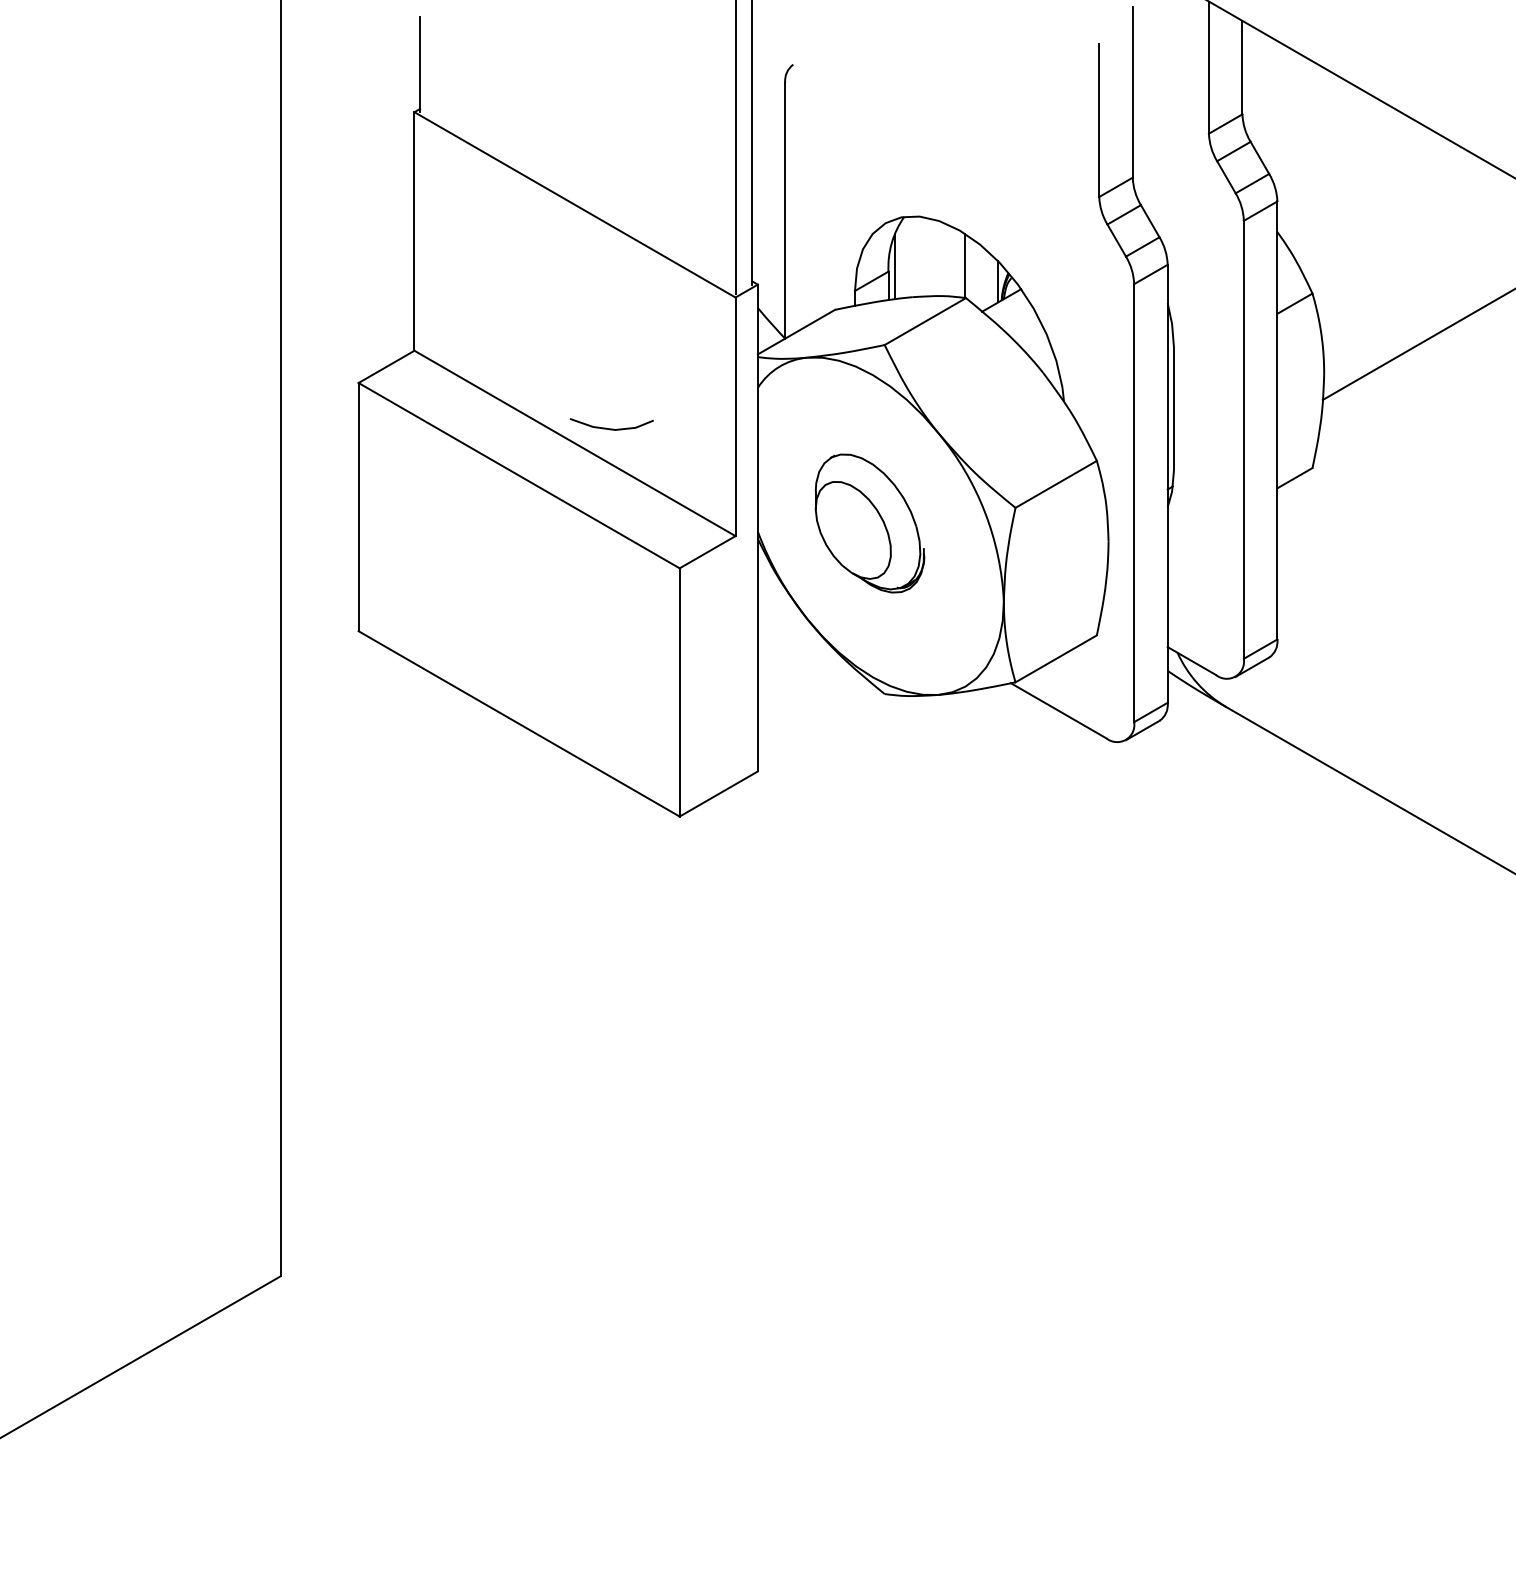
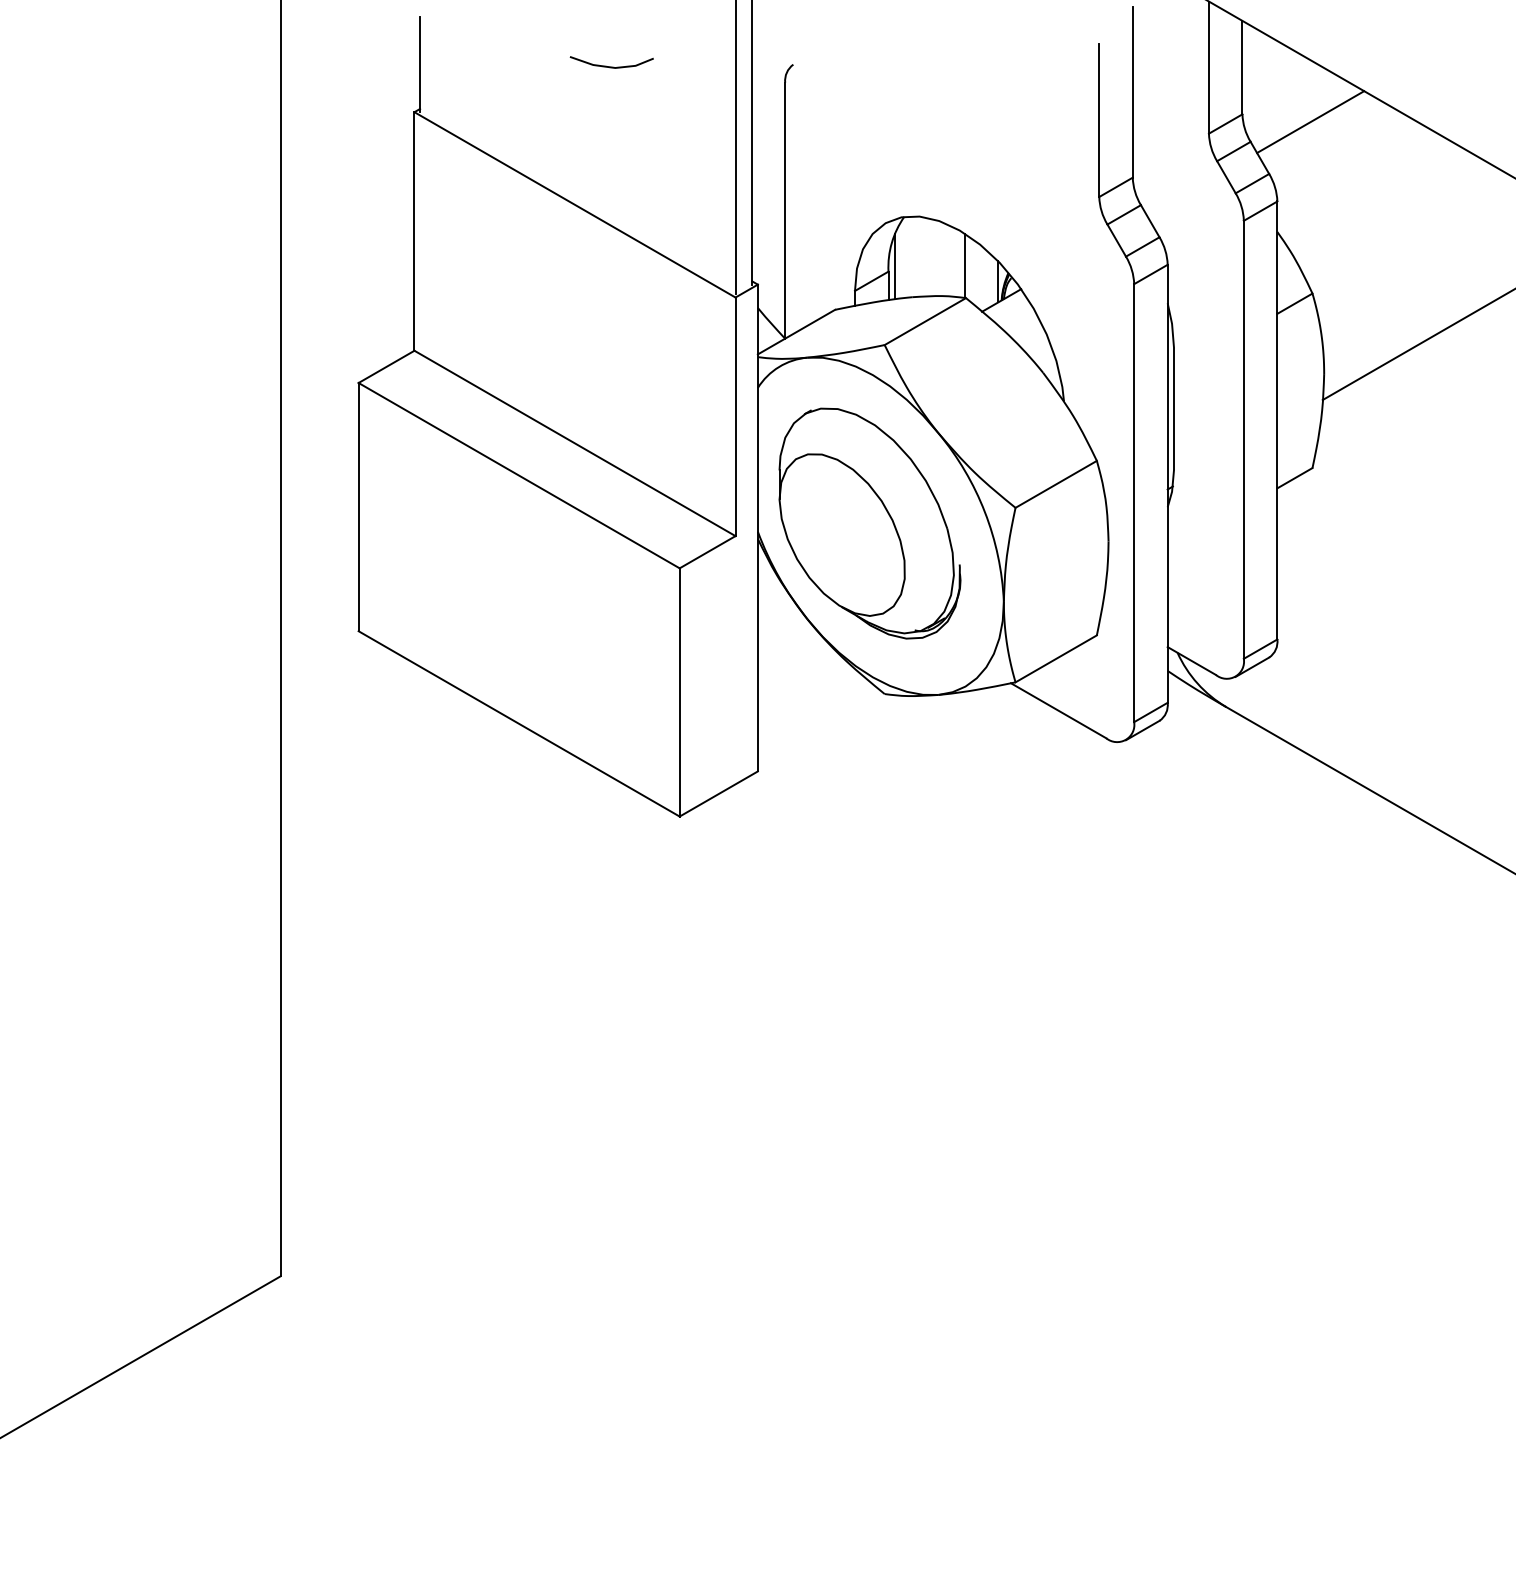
line at (1310, 122): none -> present
line at (611, 428) position: (611, 428) -> (611, 66)
part at (869, 523) size: 112x141 px -> 184x233 px
